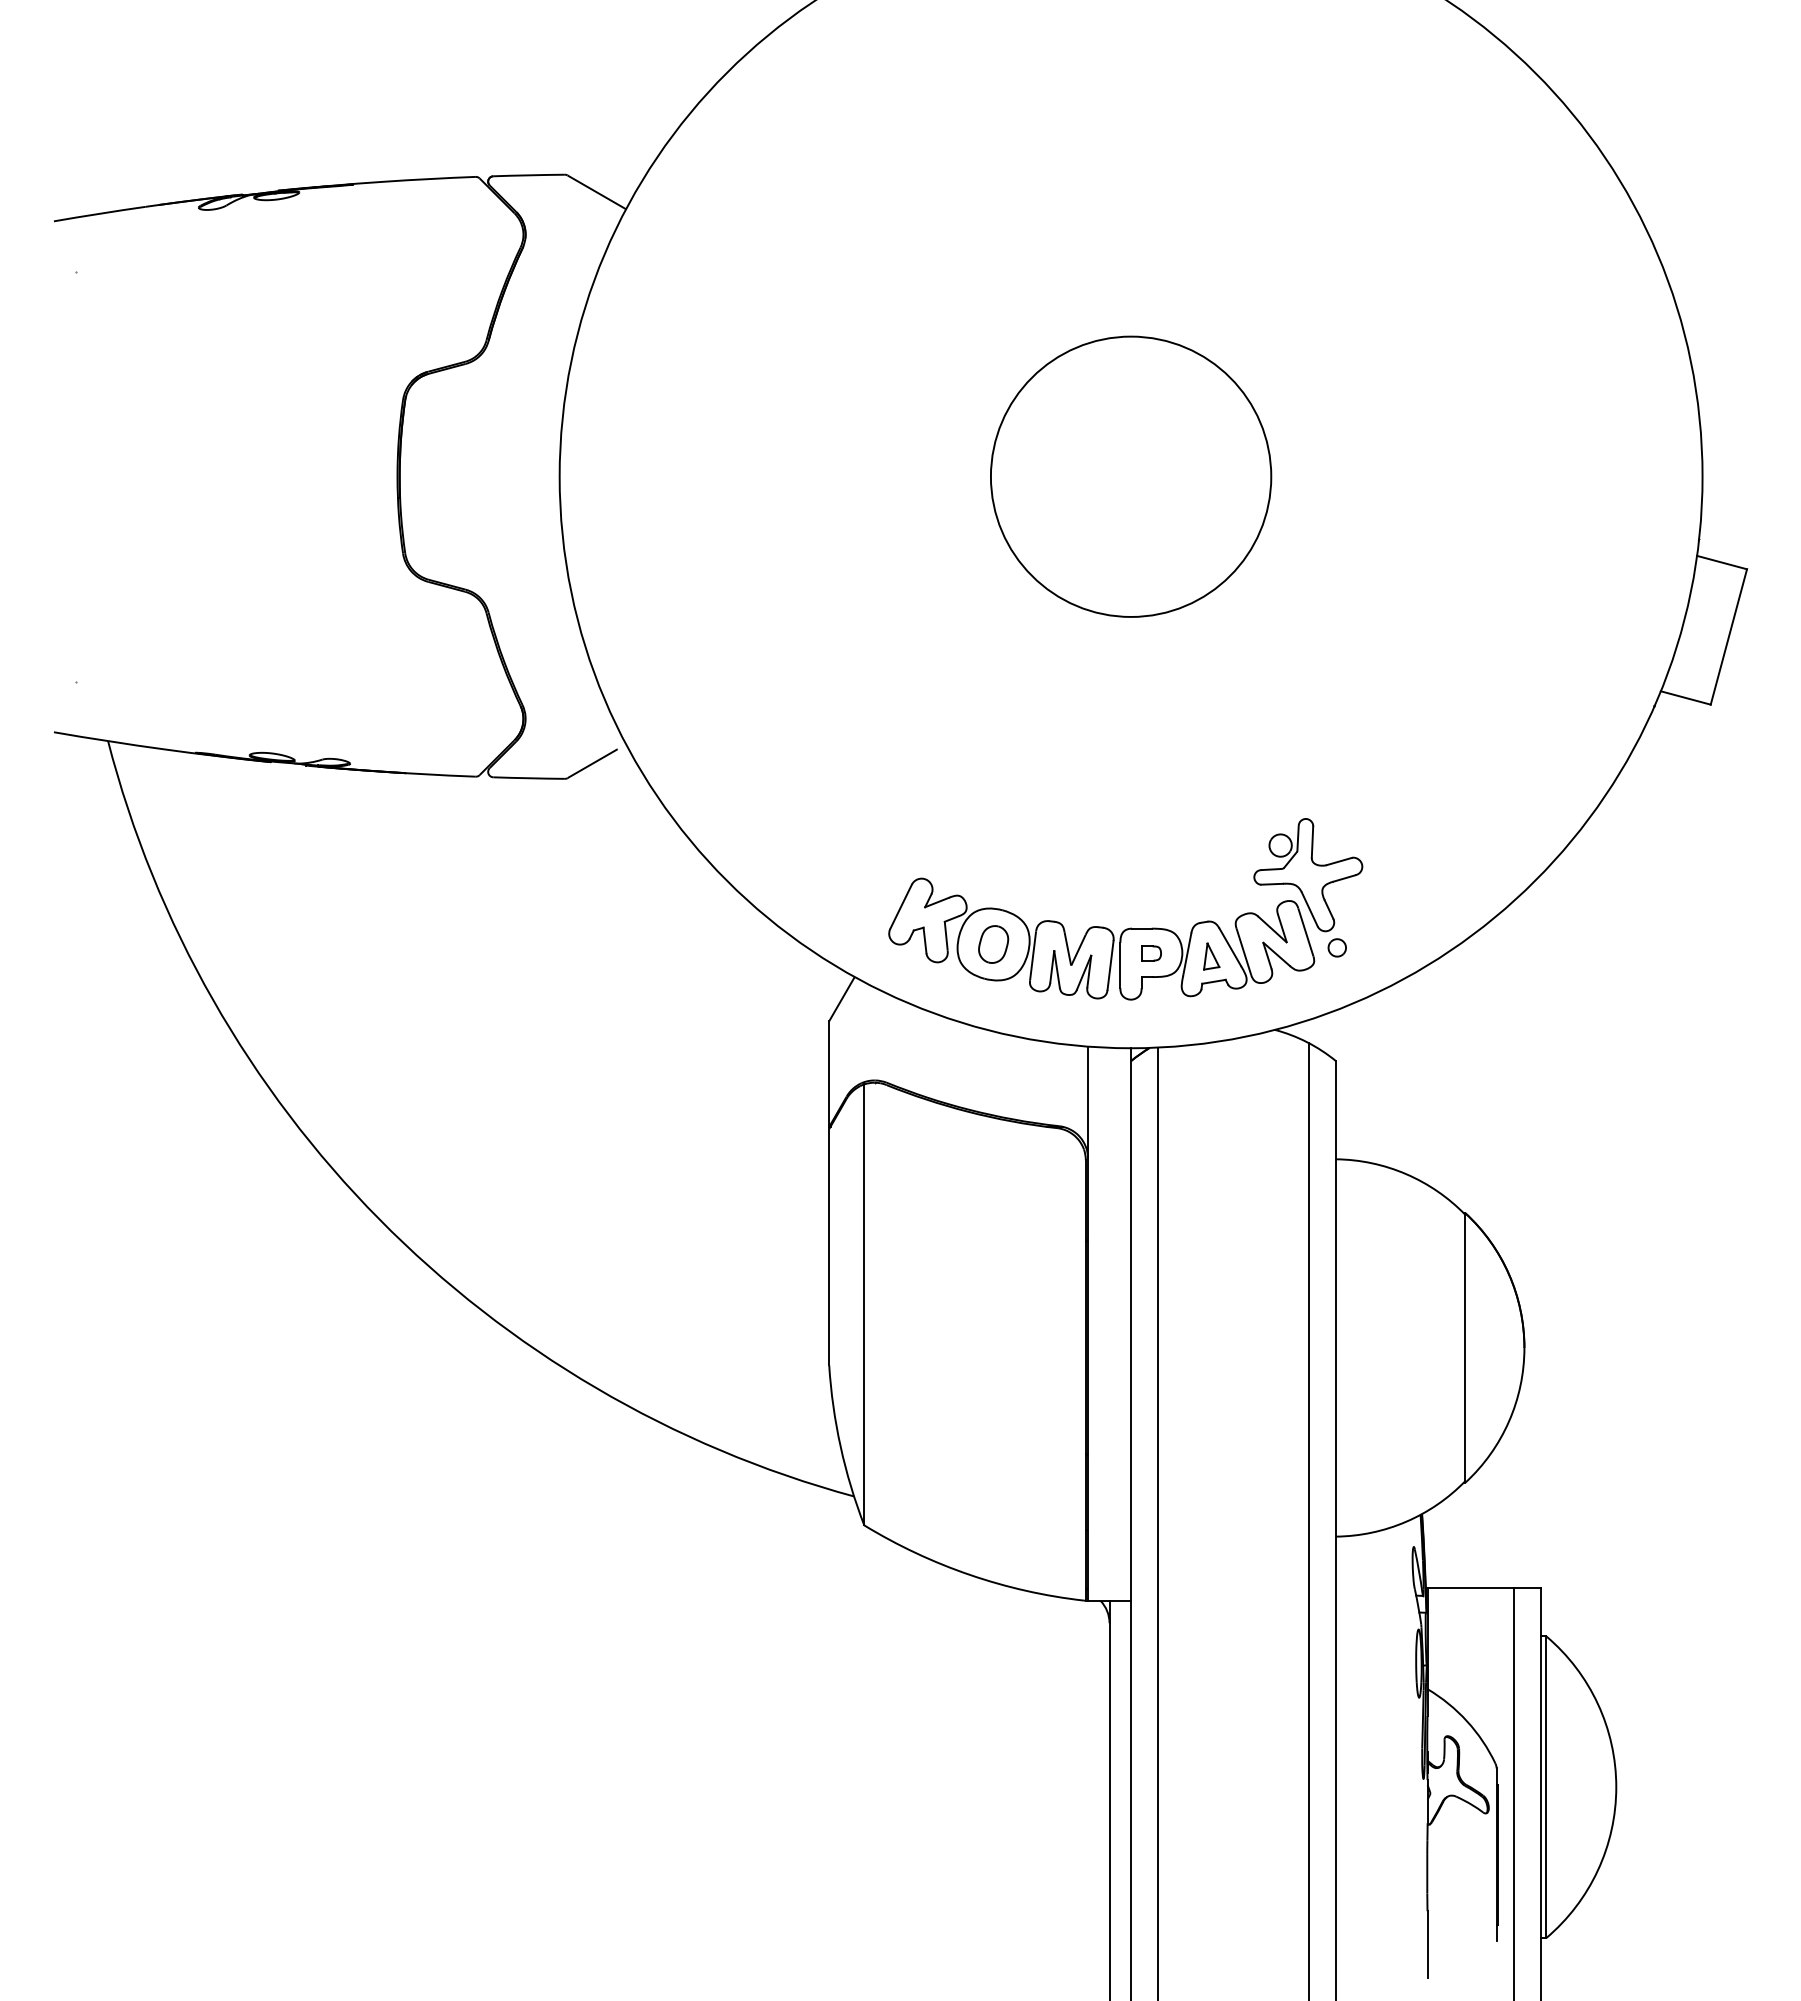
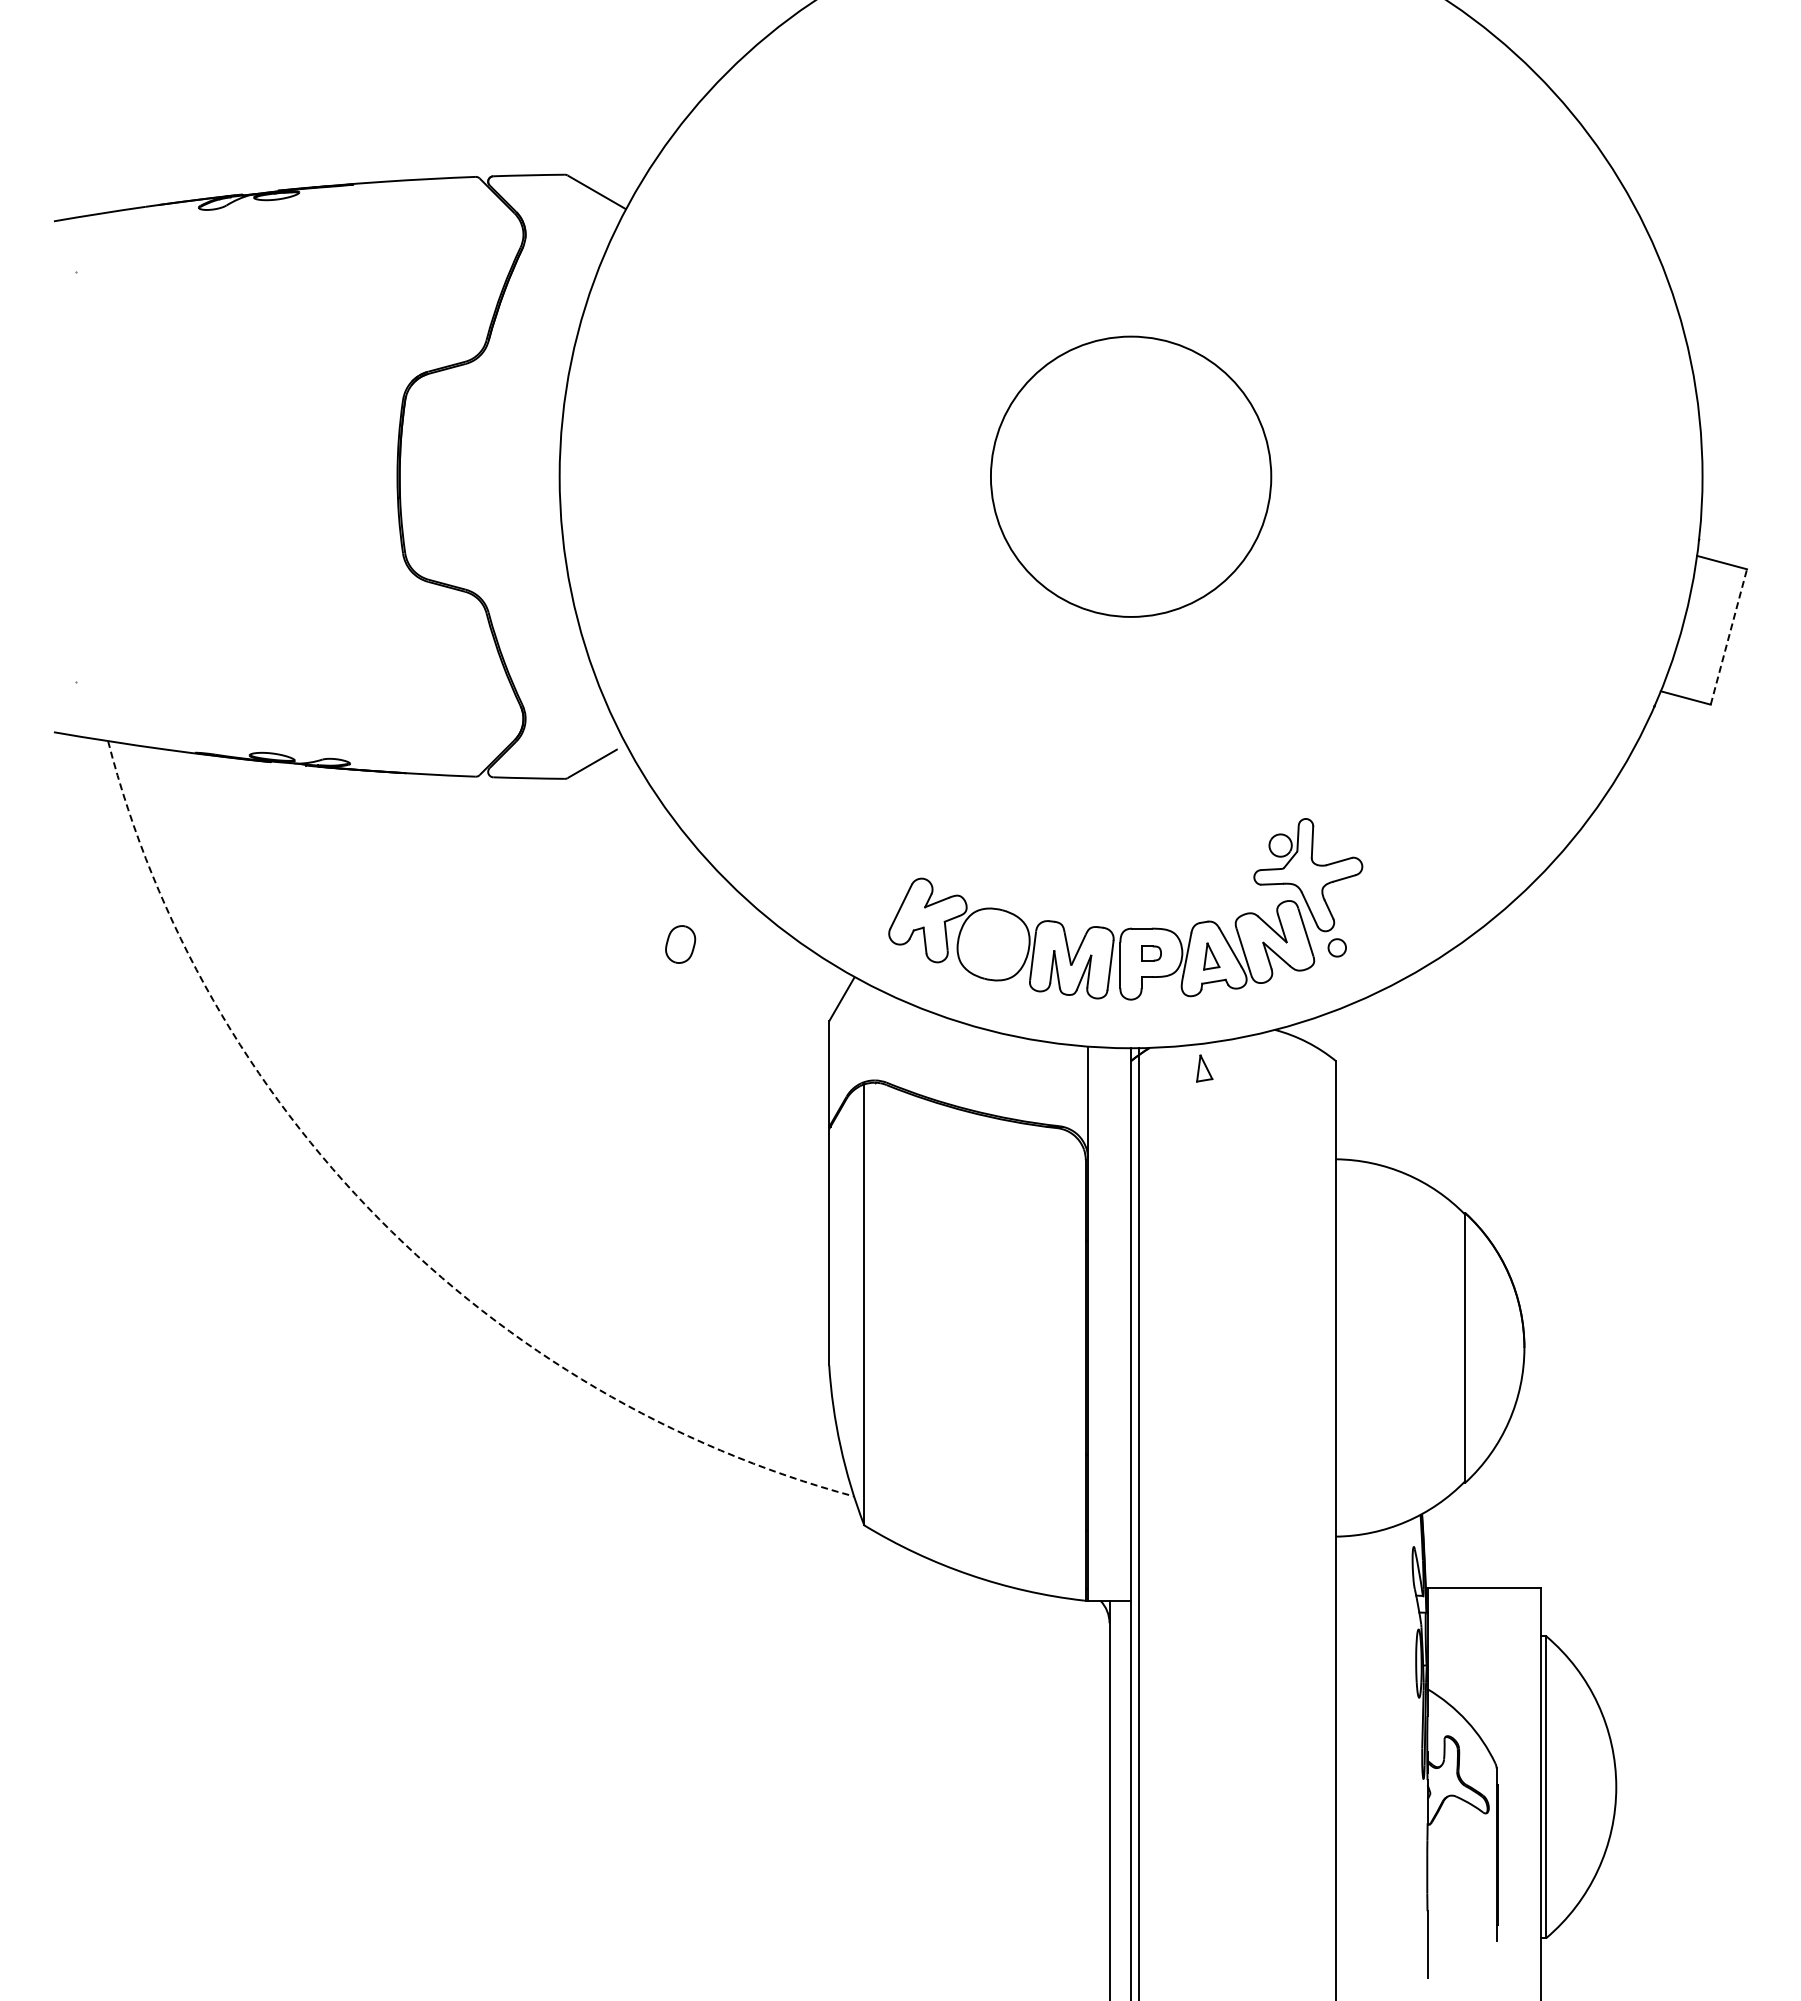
line at (1729, 636): solid -> dashed
part at (993, 944) position: (993, 944) -> (680, 944)
part at (1204, 1068): none -> present
arc at (379, 1219): solid -> dashed
line at (1309, 1520): present -> none
line at (1158, 1522) position: (1158, 1522) -> (1139, 1522)
line at (1513, 1792): present -> none
